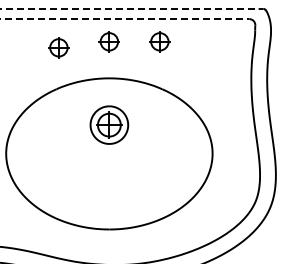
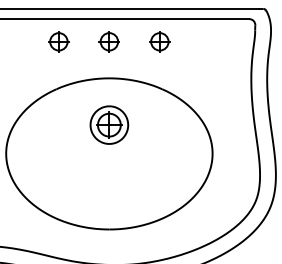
line at (129, 9): dashed -> solid
line at (125, 19): dashed -> solid
part at (58, 47) position: (58, 47) -> (58, 41)
